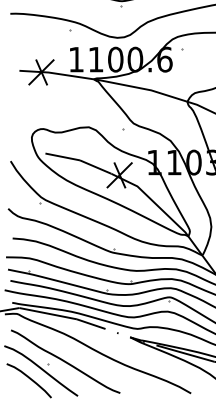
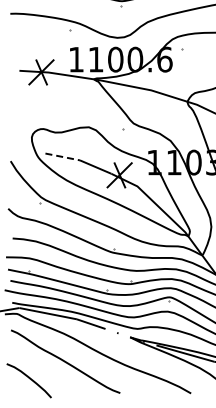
line at (62, 156): solid -> dashed
part at (41, 370): present -> none
